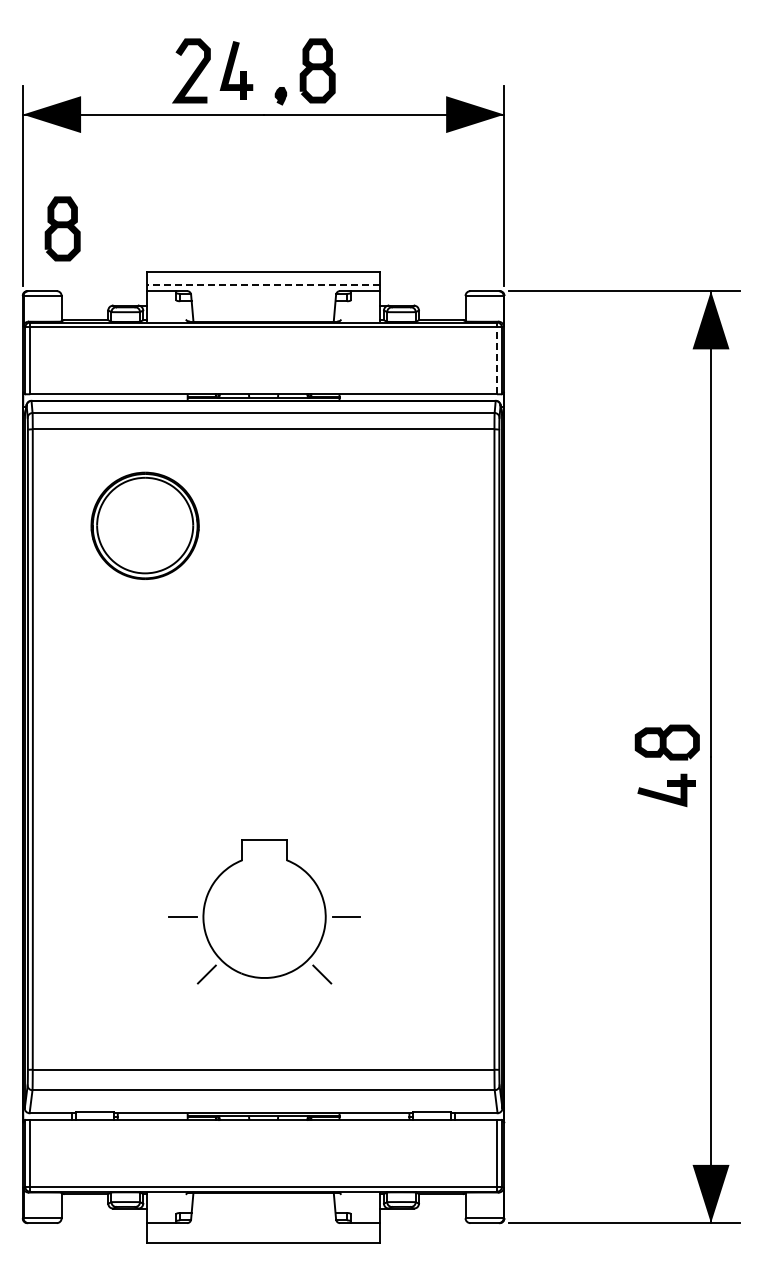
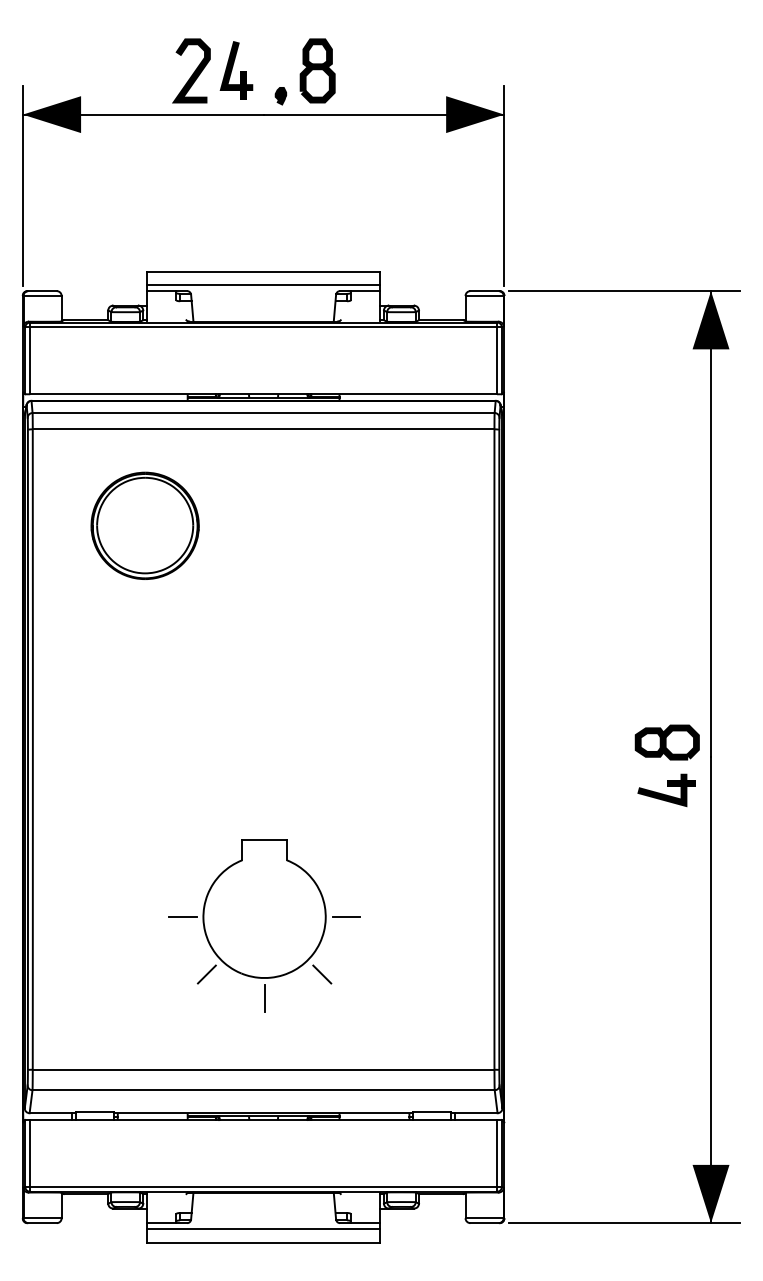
part at (62, 228): present -> none
line at (263, 285): dashed -> solid
line at (497, 358): dashed -> solid
line at (264, 997): none -> present
line at (263, 1228): none -> present
